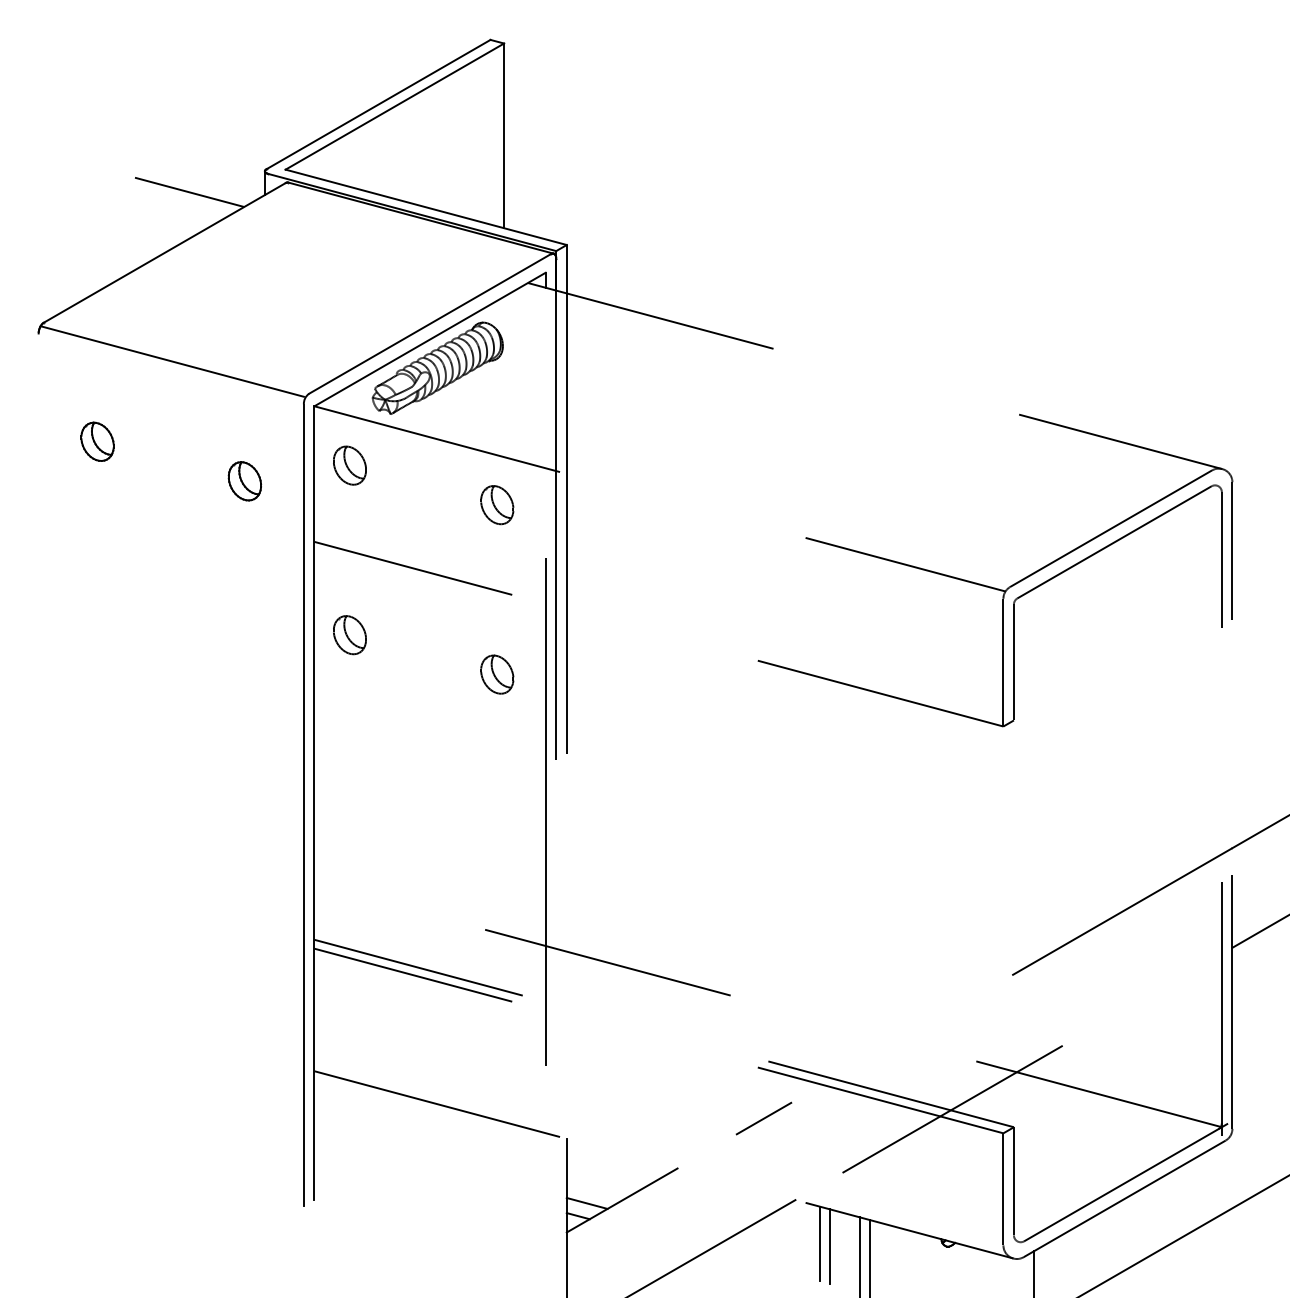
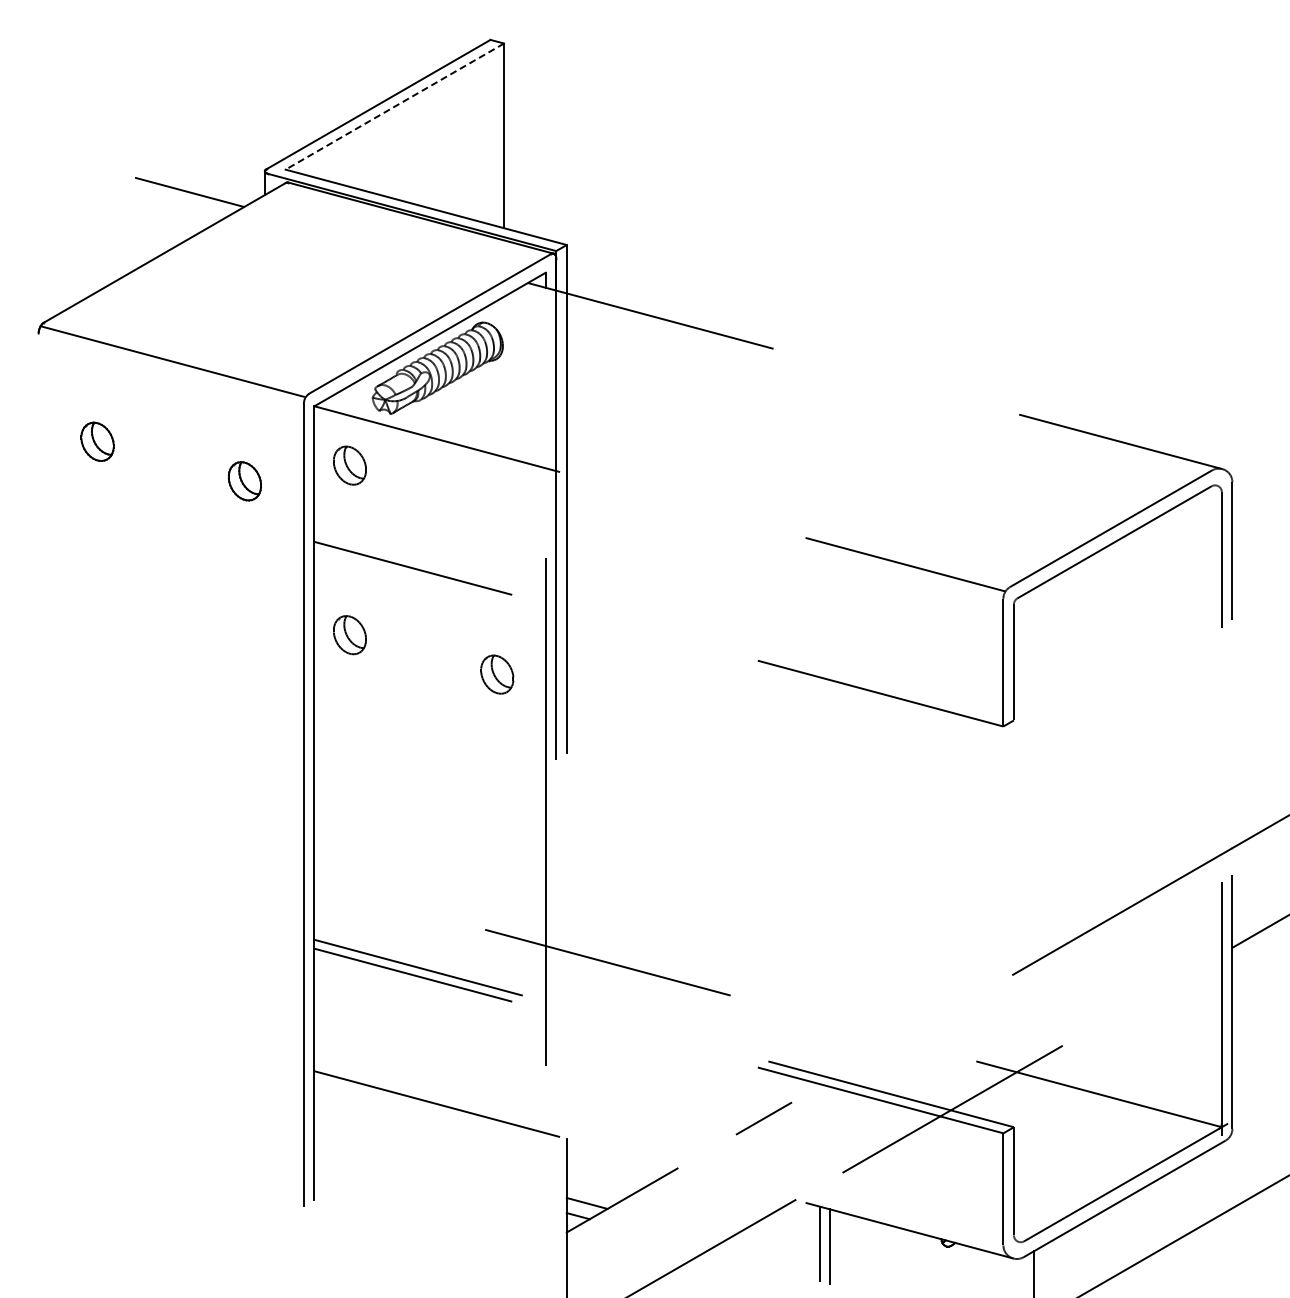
line at (394, 106): solid -> dashed
part at (497, 505): present -> none
line at (860, 1255): present -> none
line at (869, 1256): present -> none
